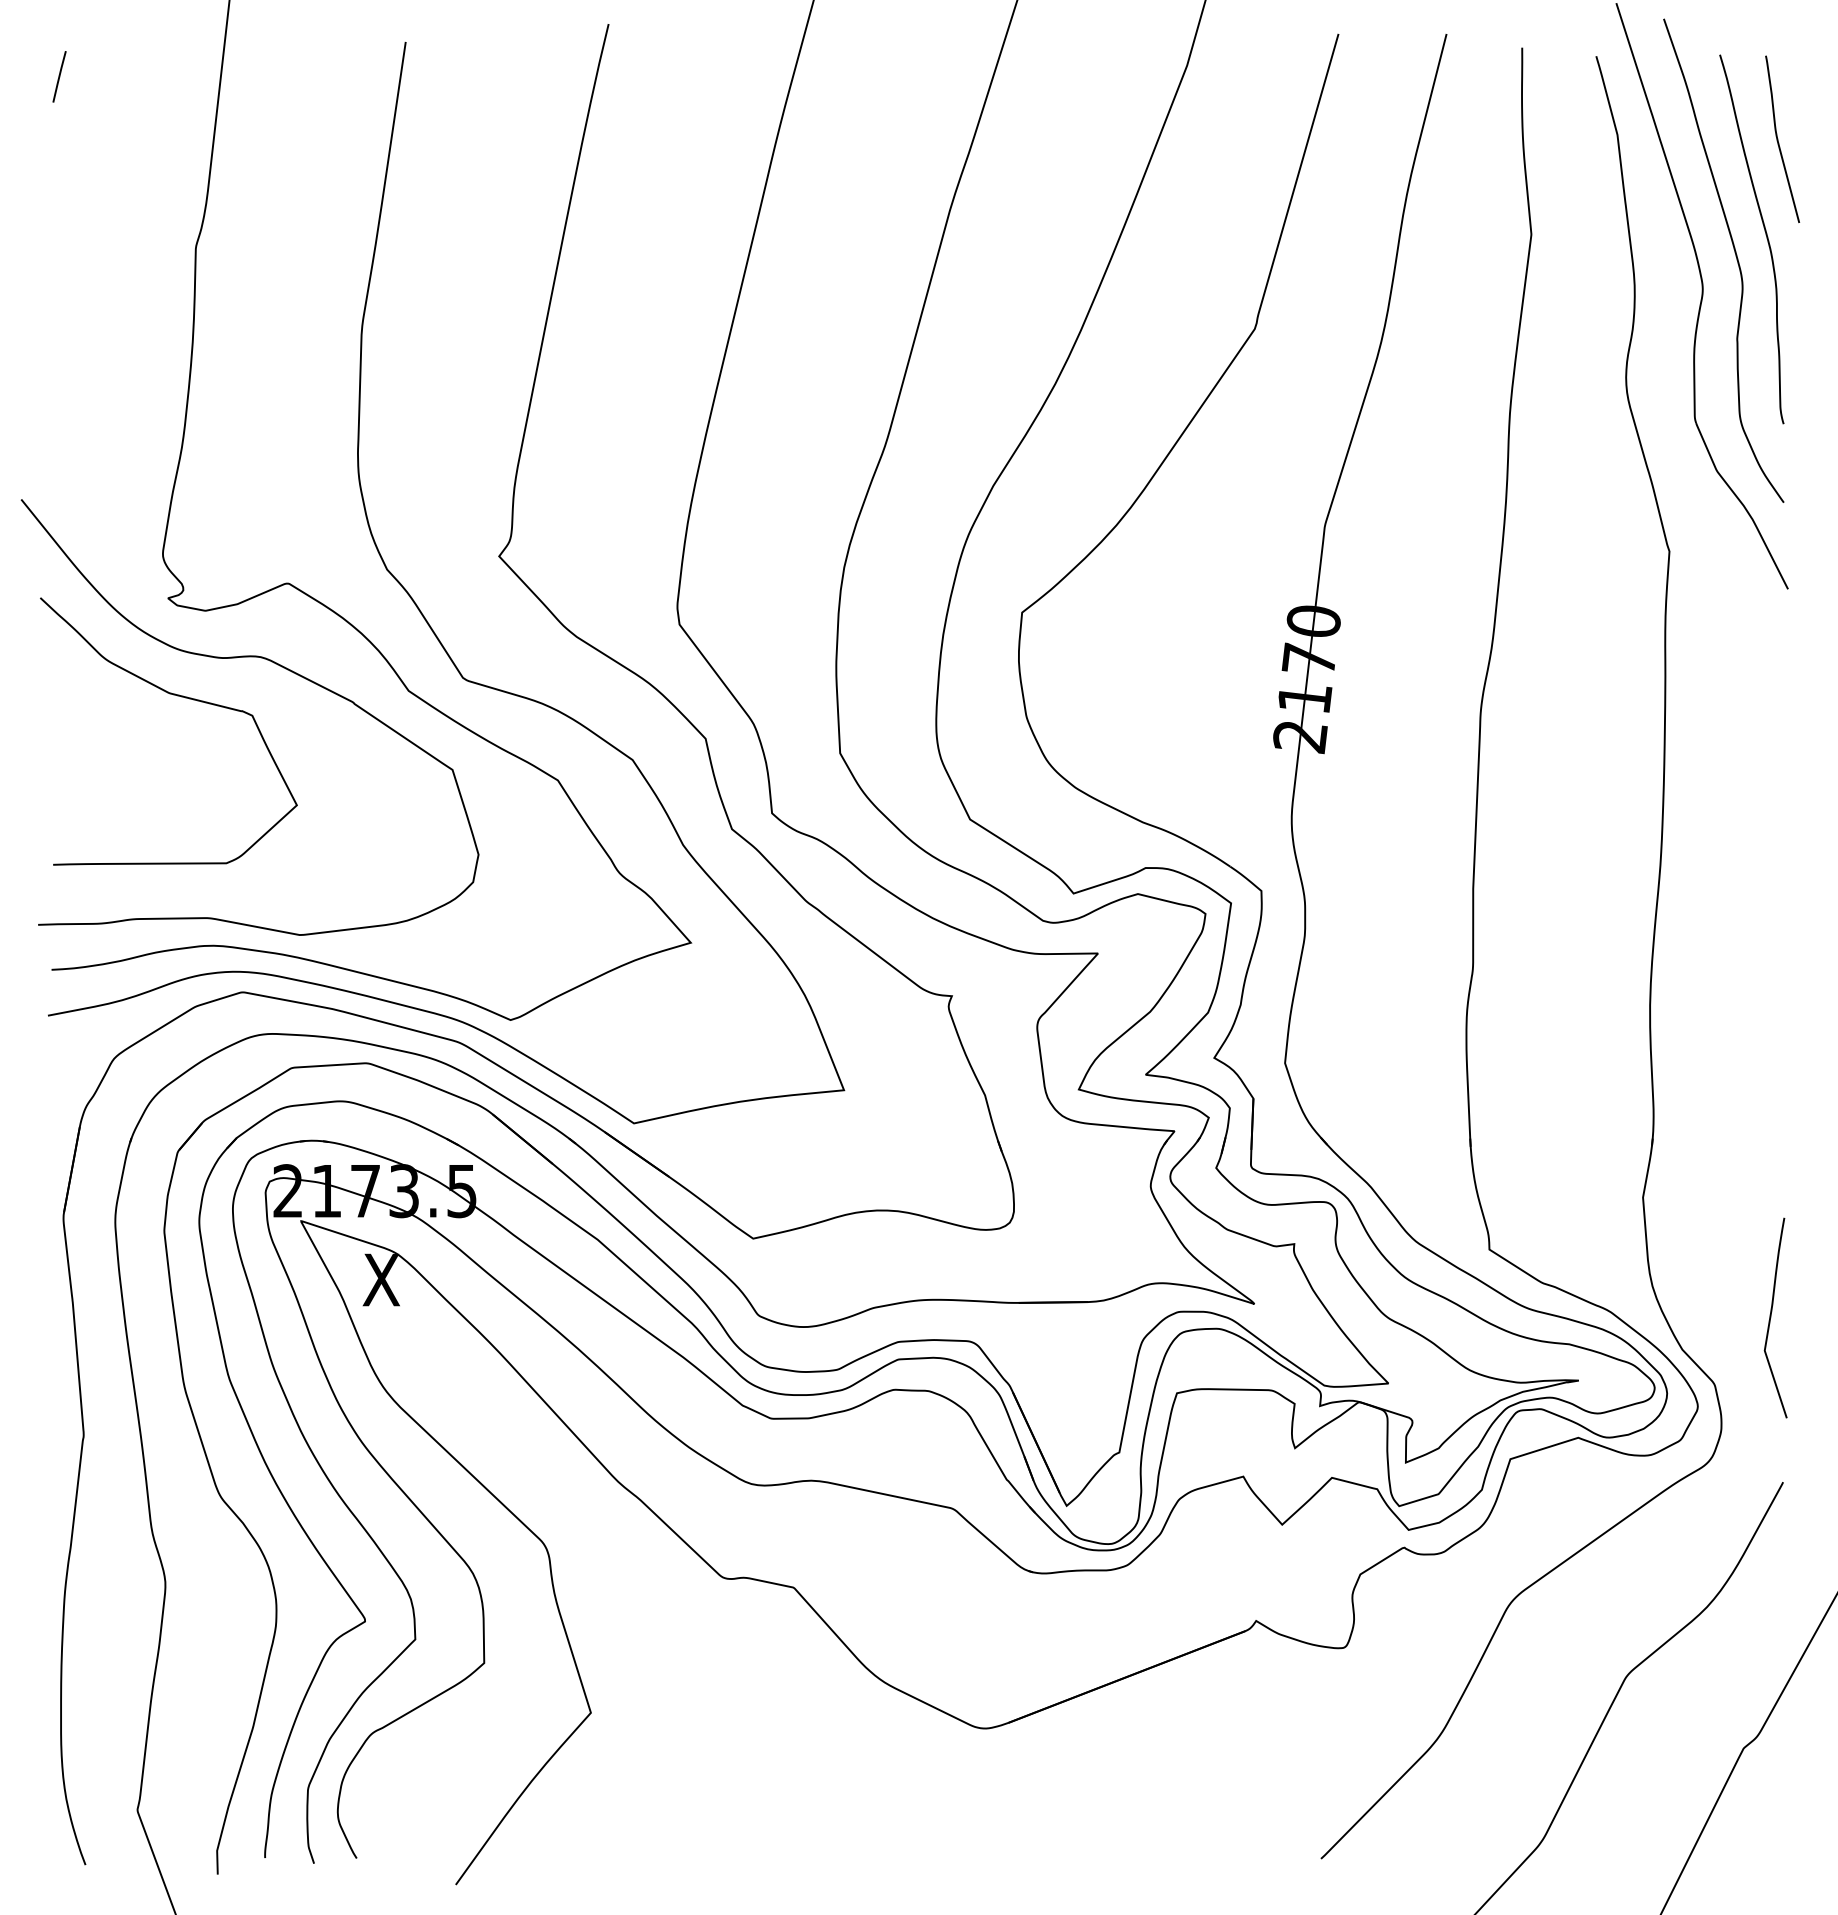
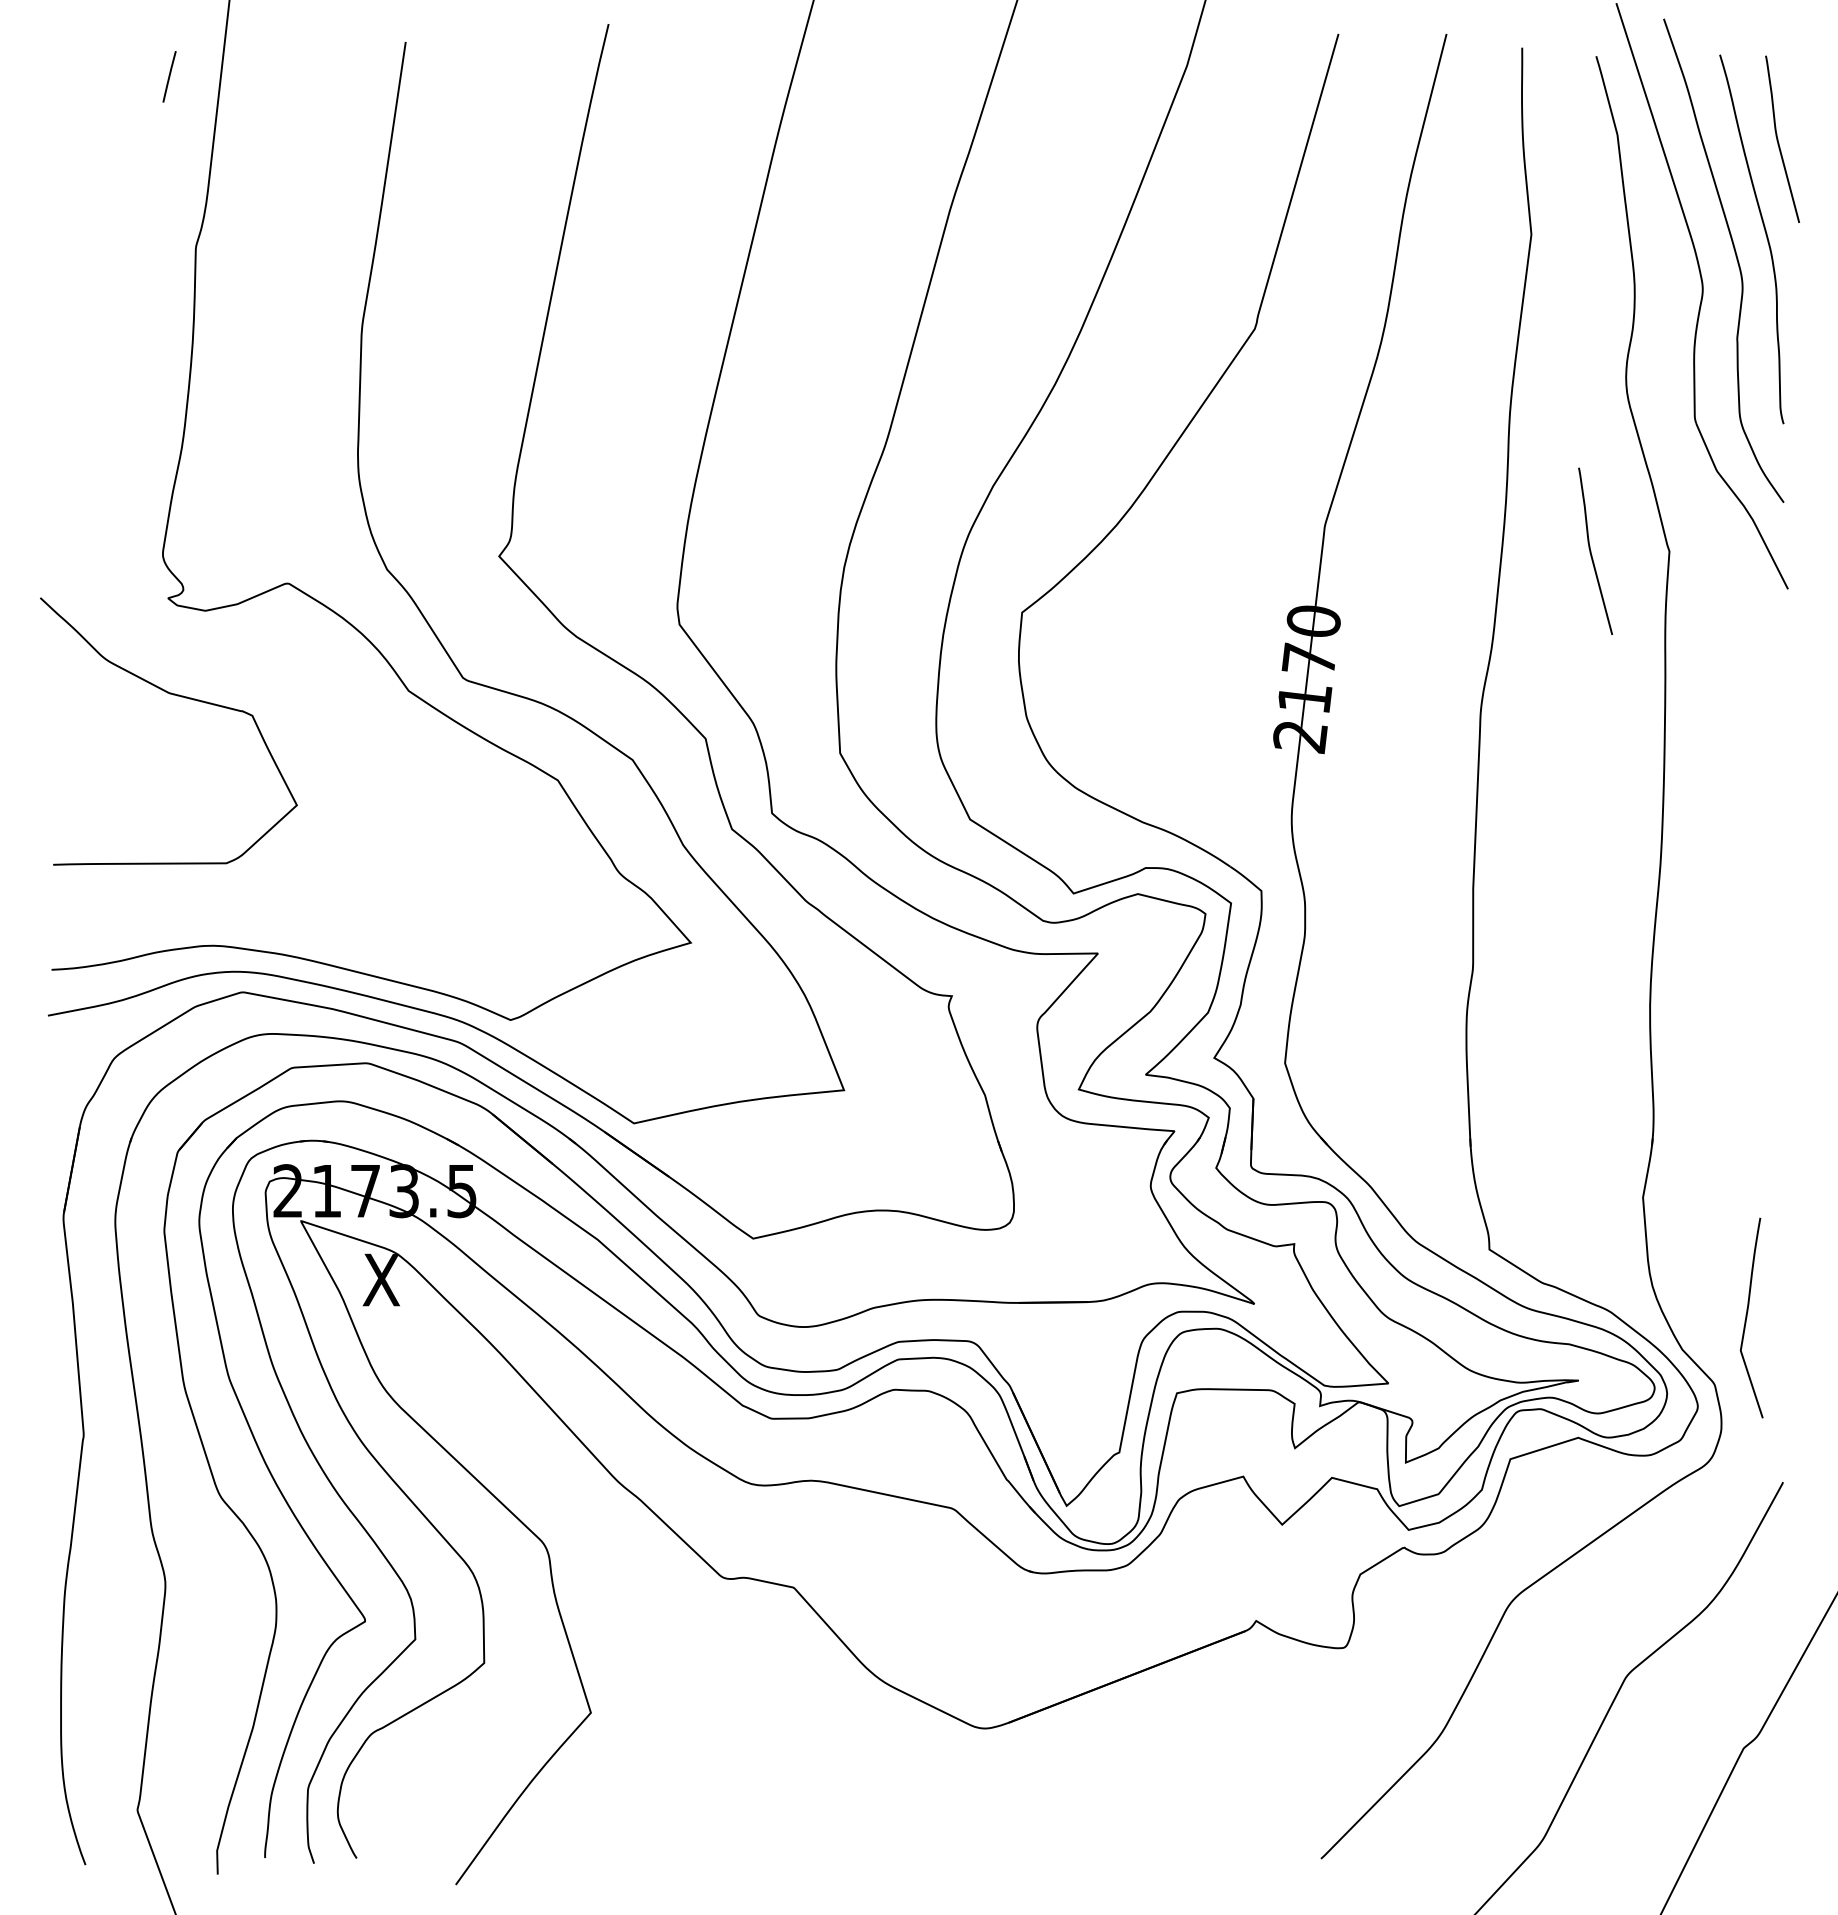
line at (59, 76) position: (59, 76) -> (169, 76)
curve at (1591, 550): none -> present
curve at (275, 664): present -> none
curve at (1771, 1317) position: (1771, 1317) -> (1747, 1317)
